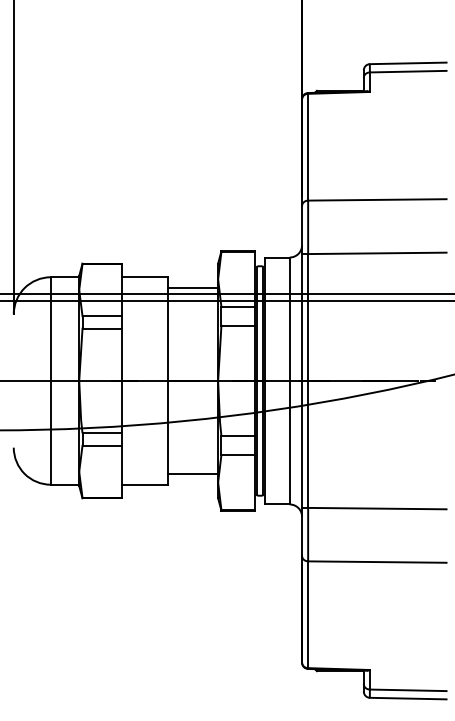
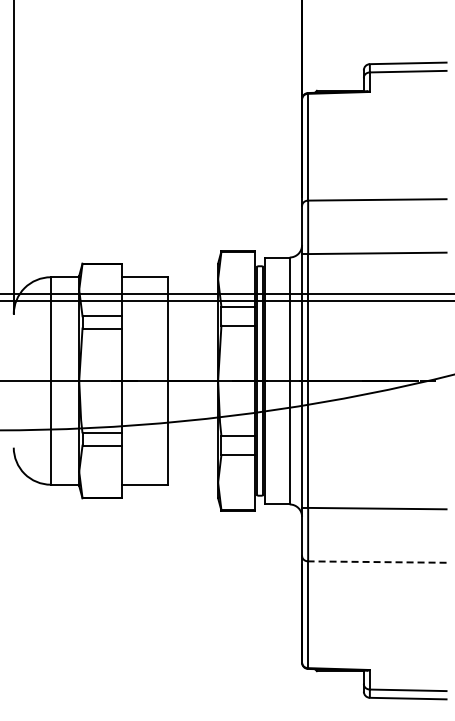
line at (193, 288): present -> none
line at (193, 473): present -> none
line at (376, 562): solid -> dashed
